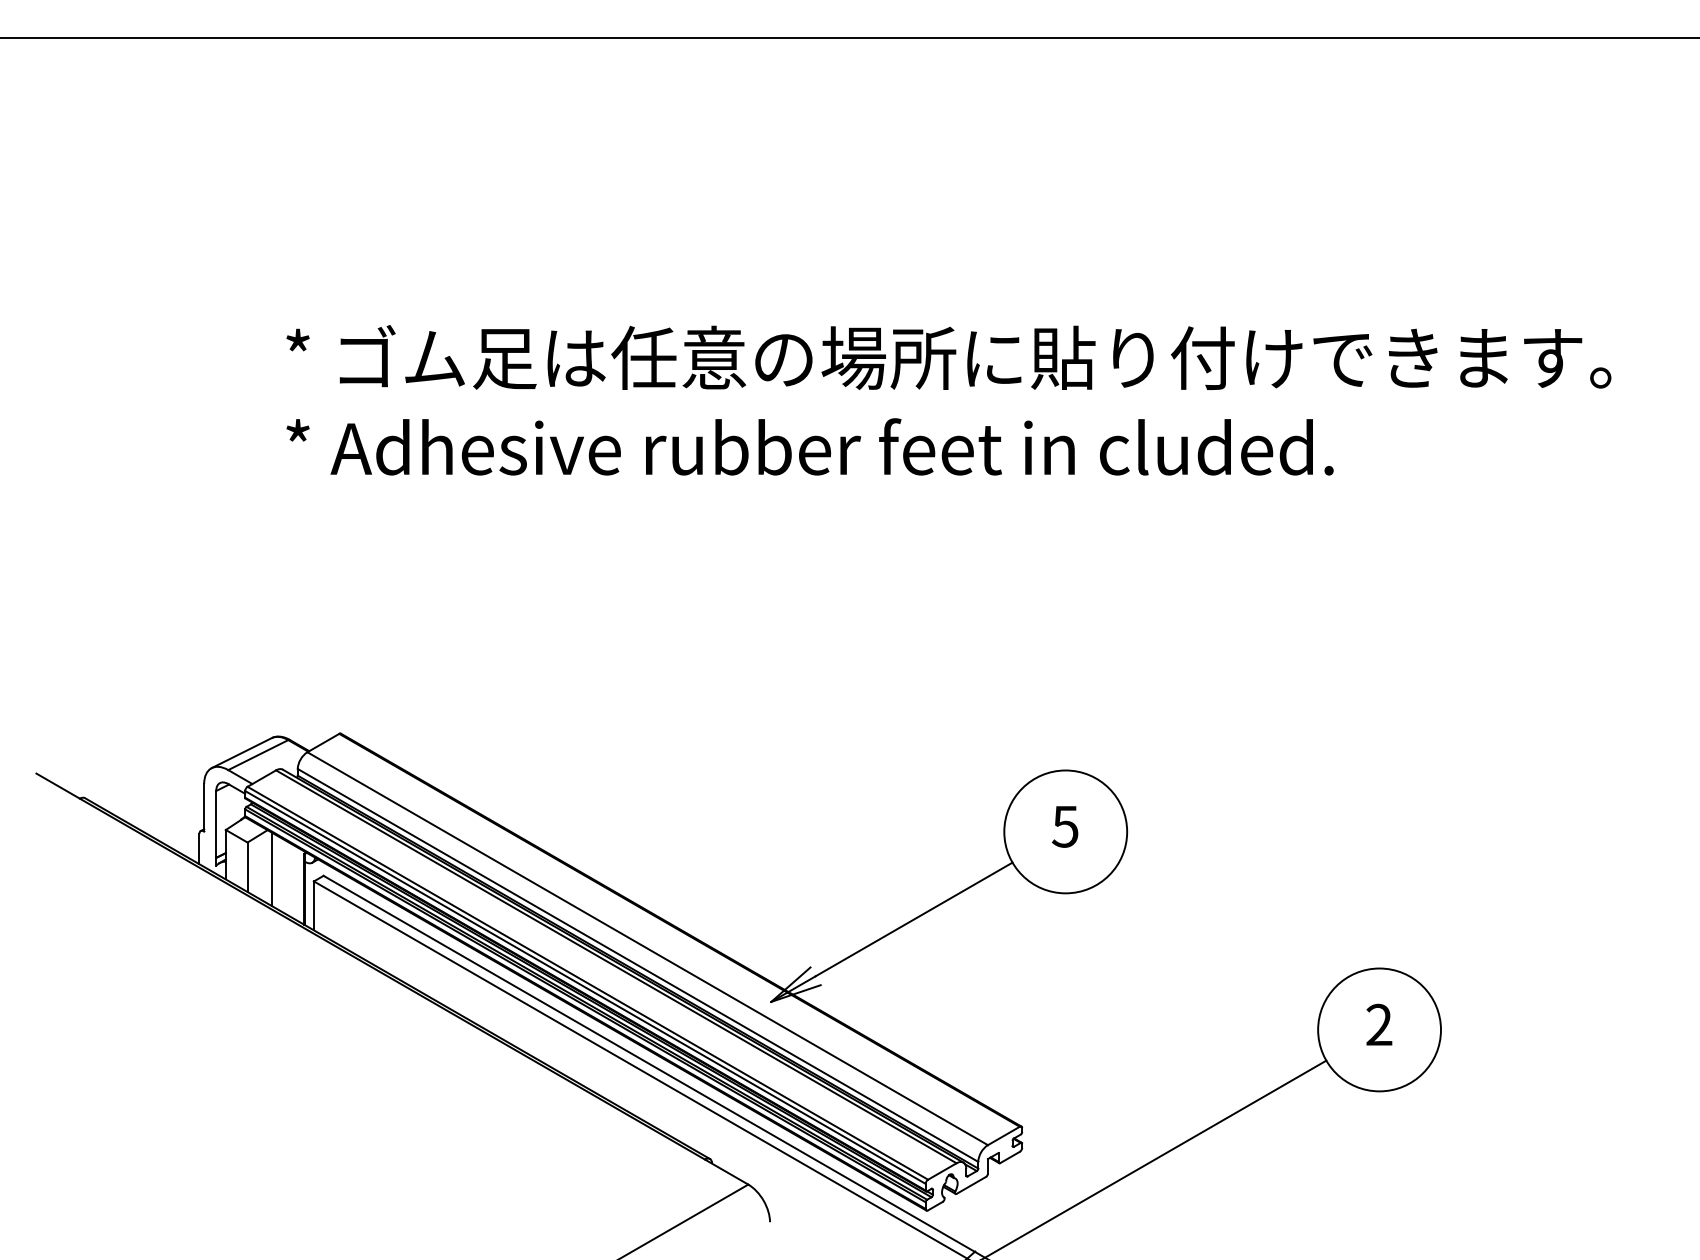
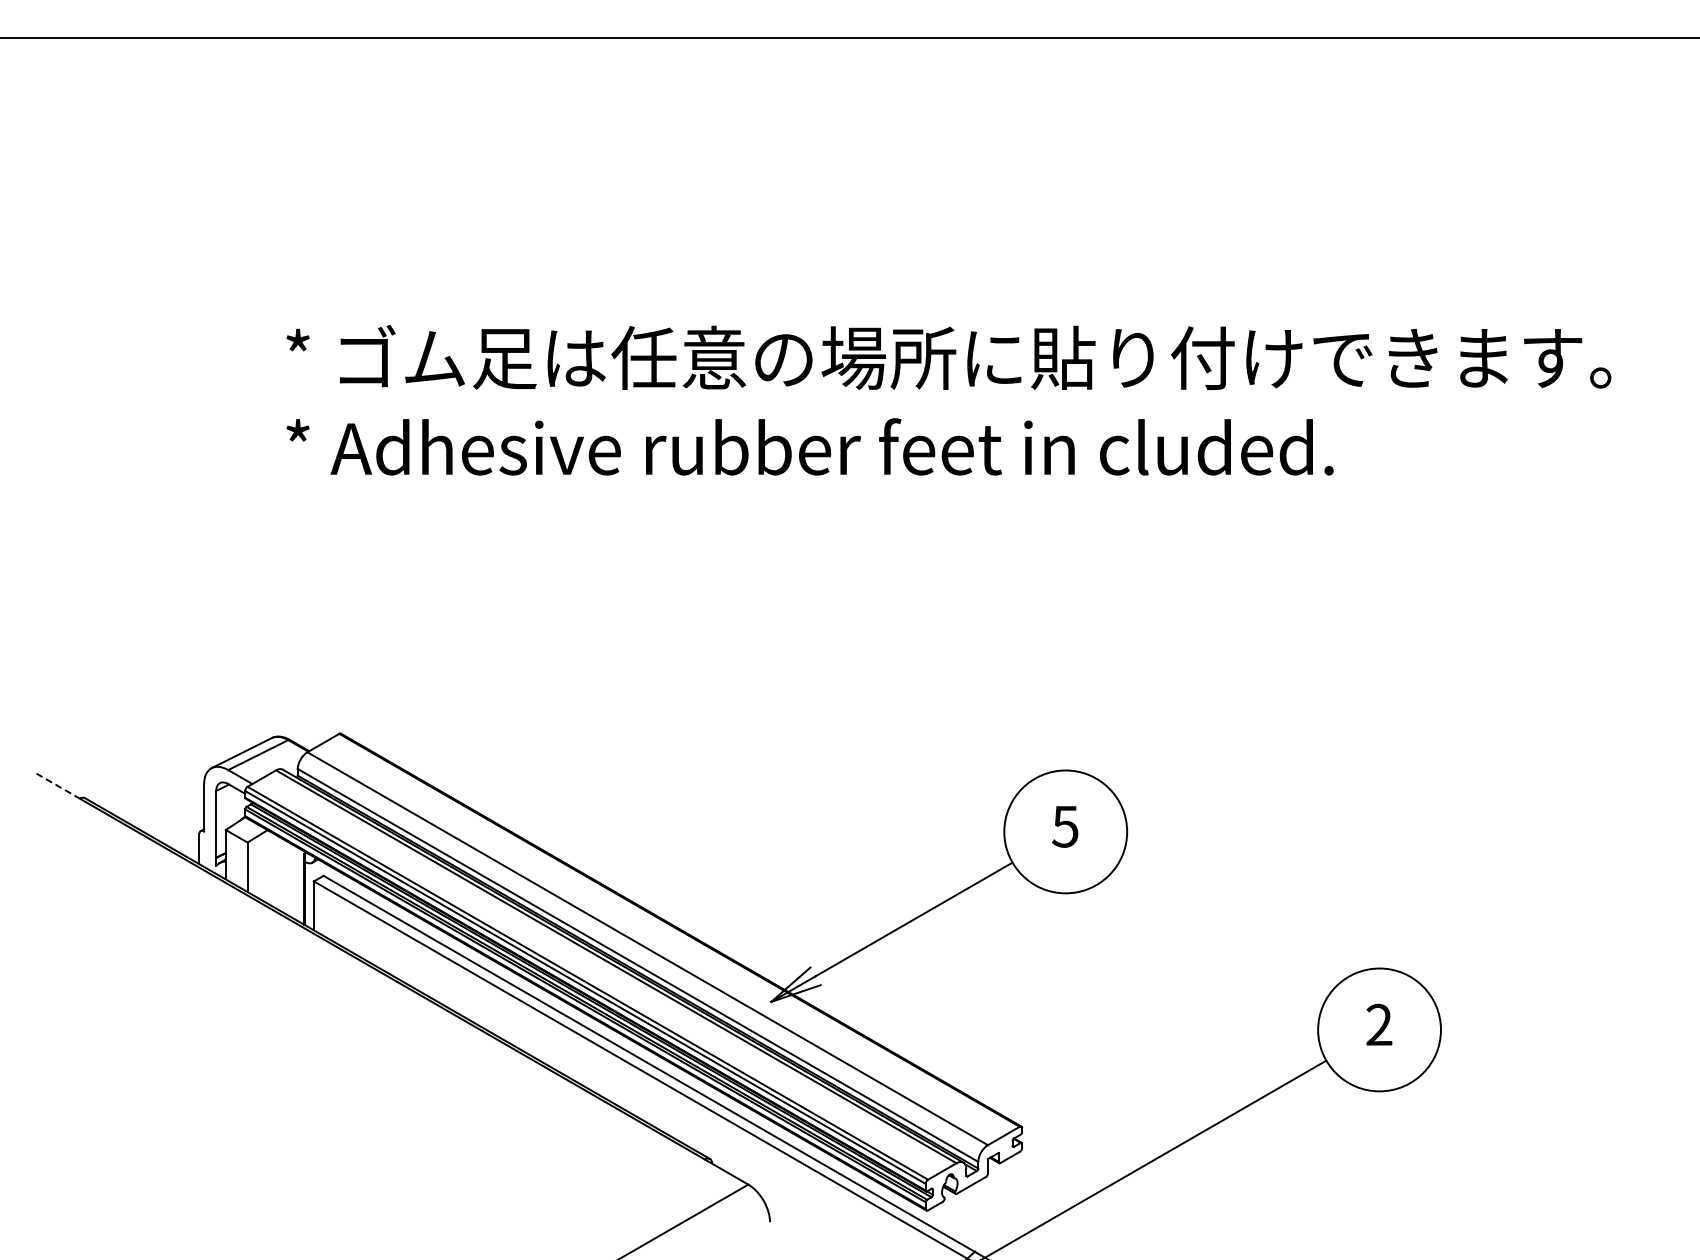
line at (58, 786): solid -> dashed
line at (271, 868): present -> none
